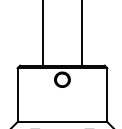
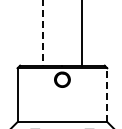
line at (43, 33): solid -> dashed
line at (107, 95): solid -> dashed
